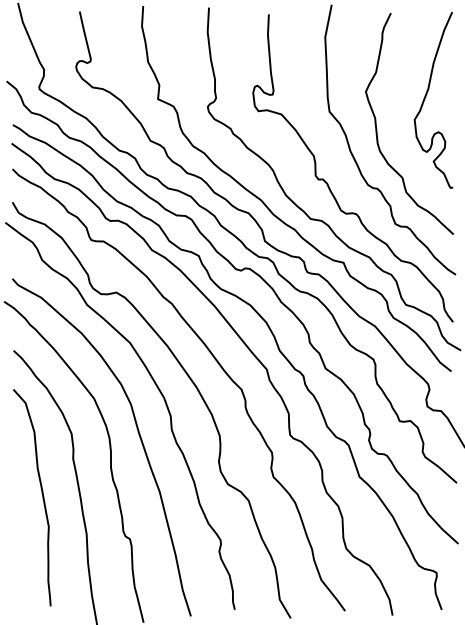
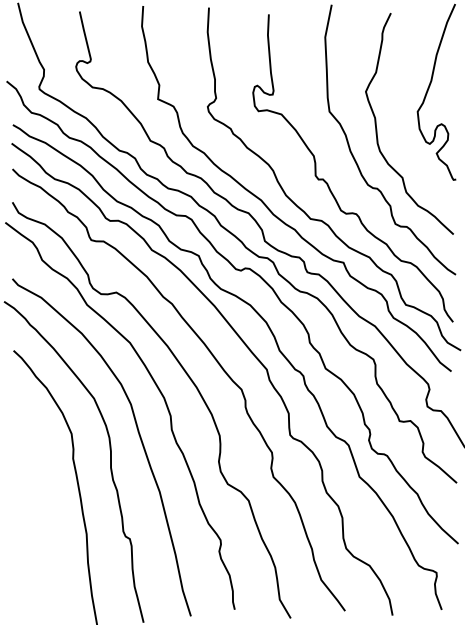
part at (426, 96) position: (426, 96) -> (429, 88)
curve at (41, 493): present -> none
